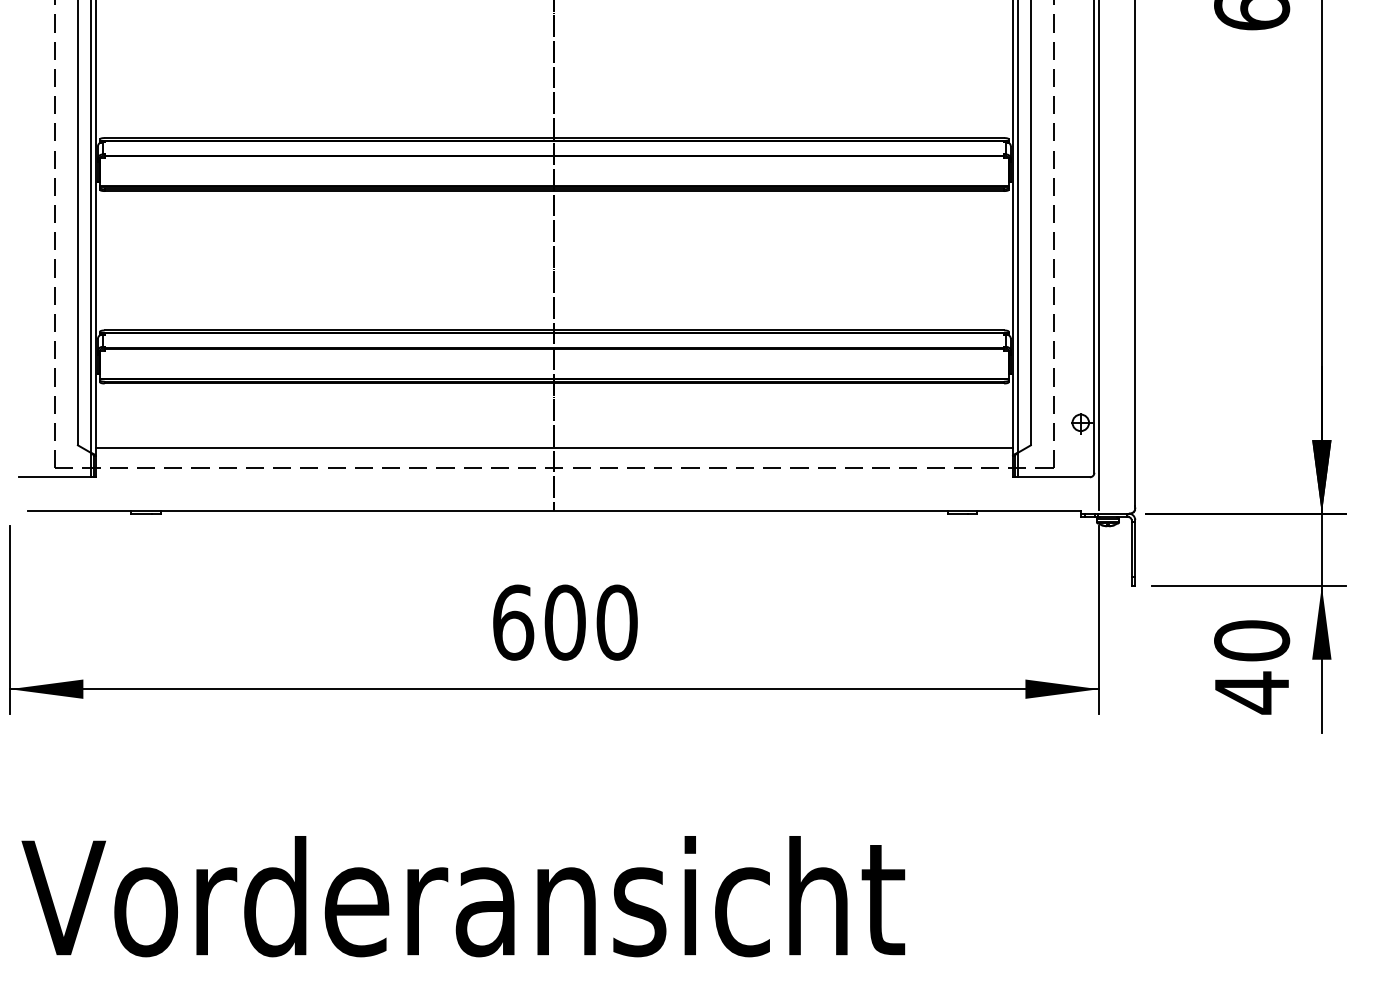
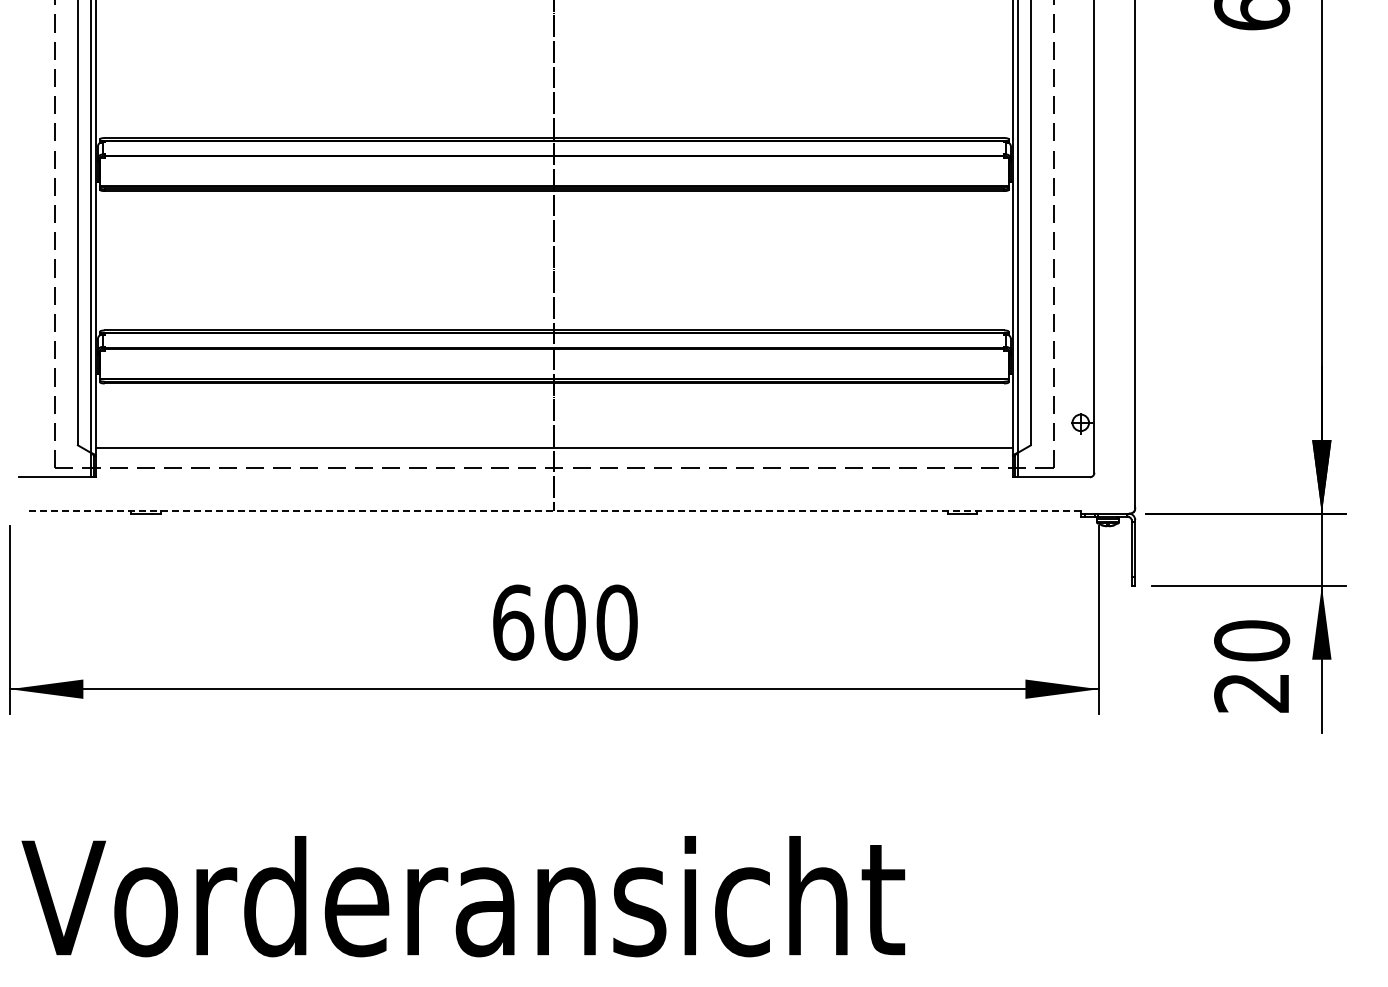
line at (1098, 255): present -> none
line at (553, 511): solid -> dashed
text at (1251, 692): 40 -> 20
